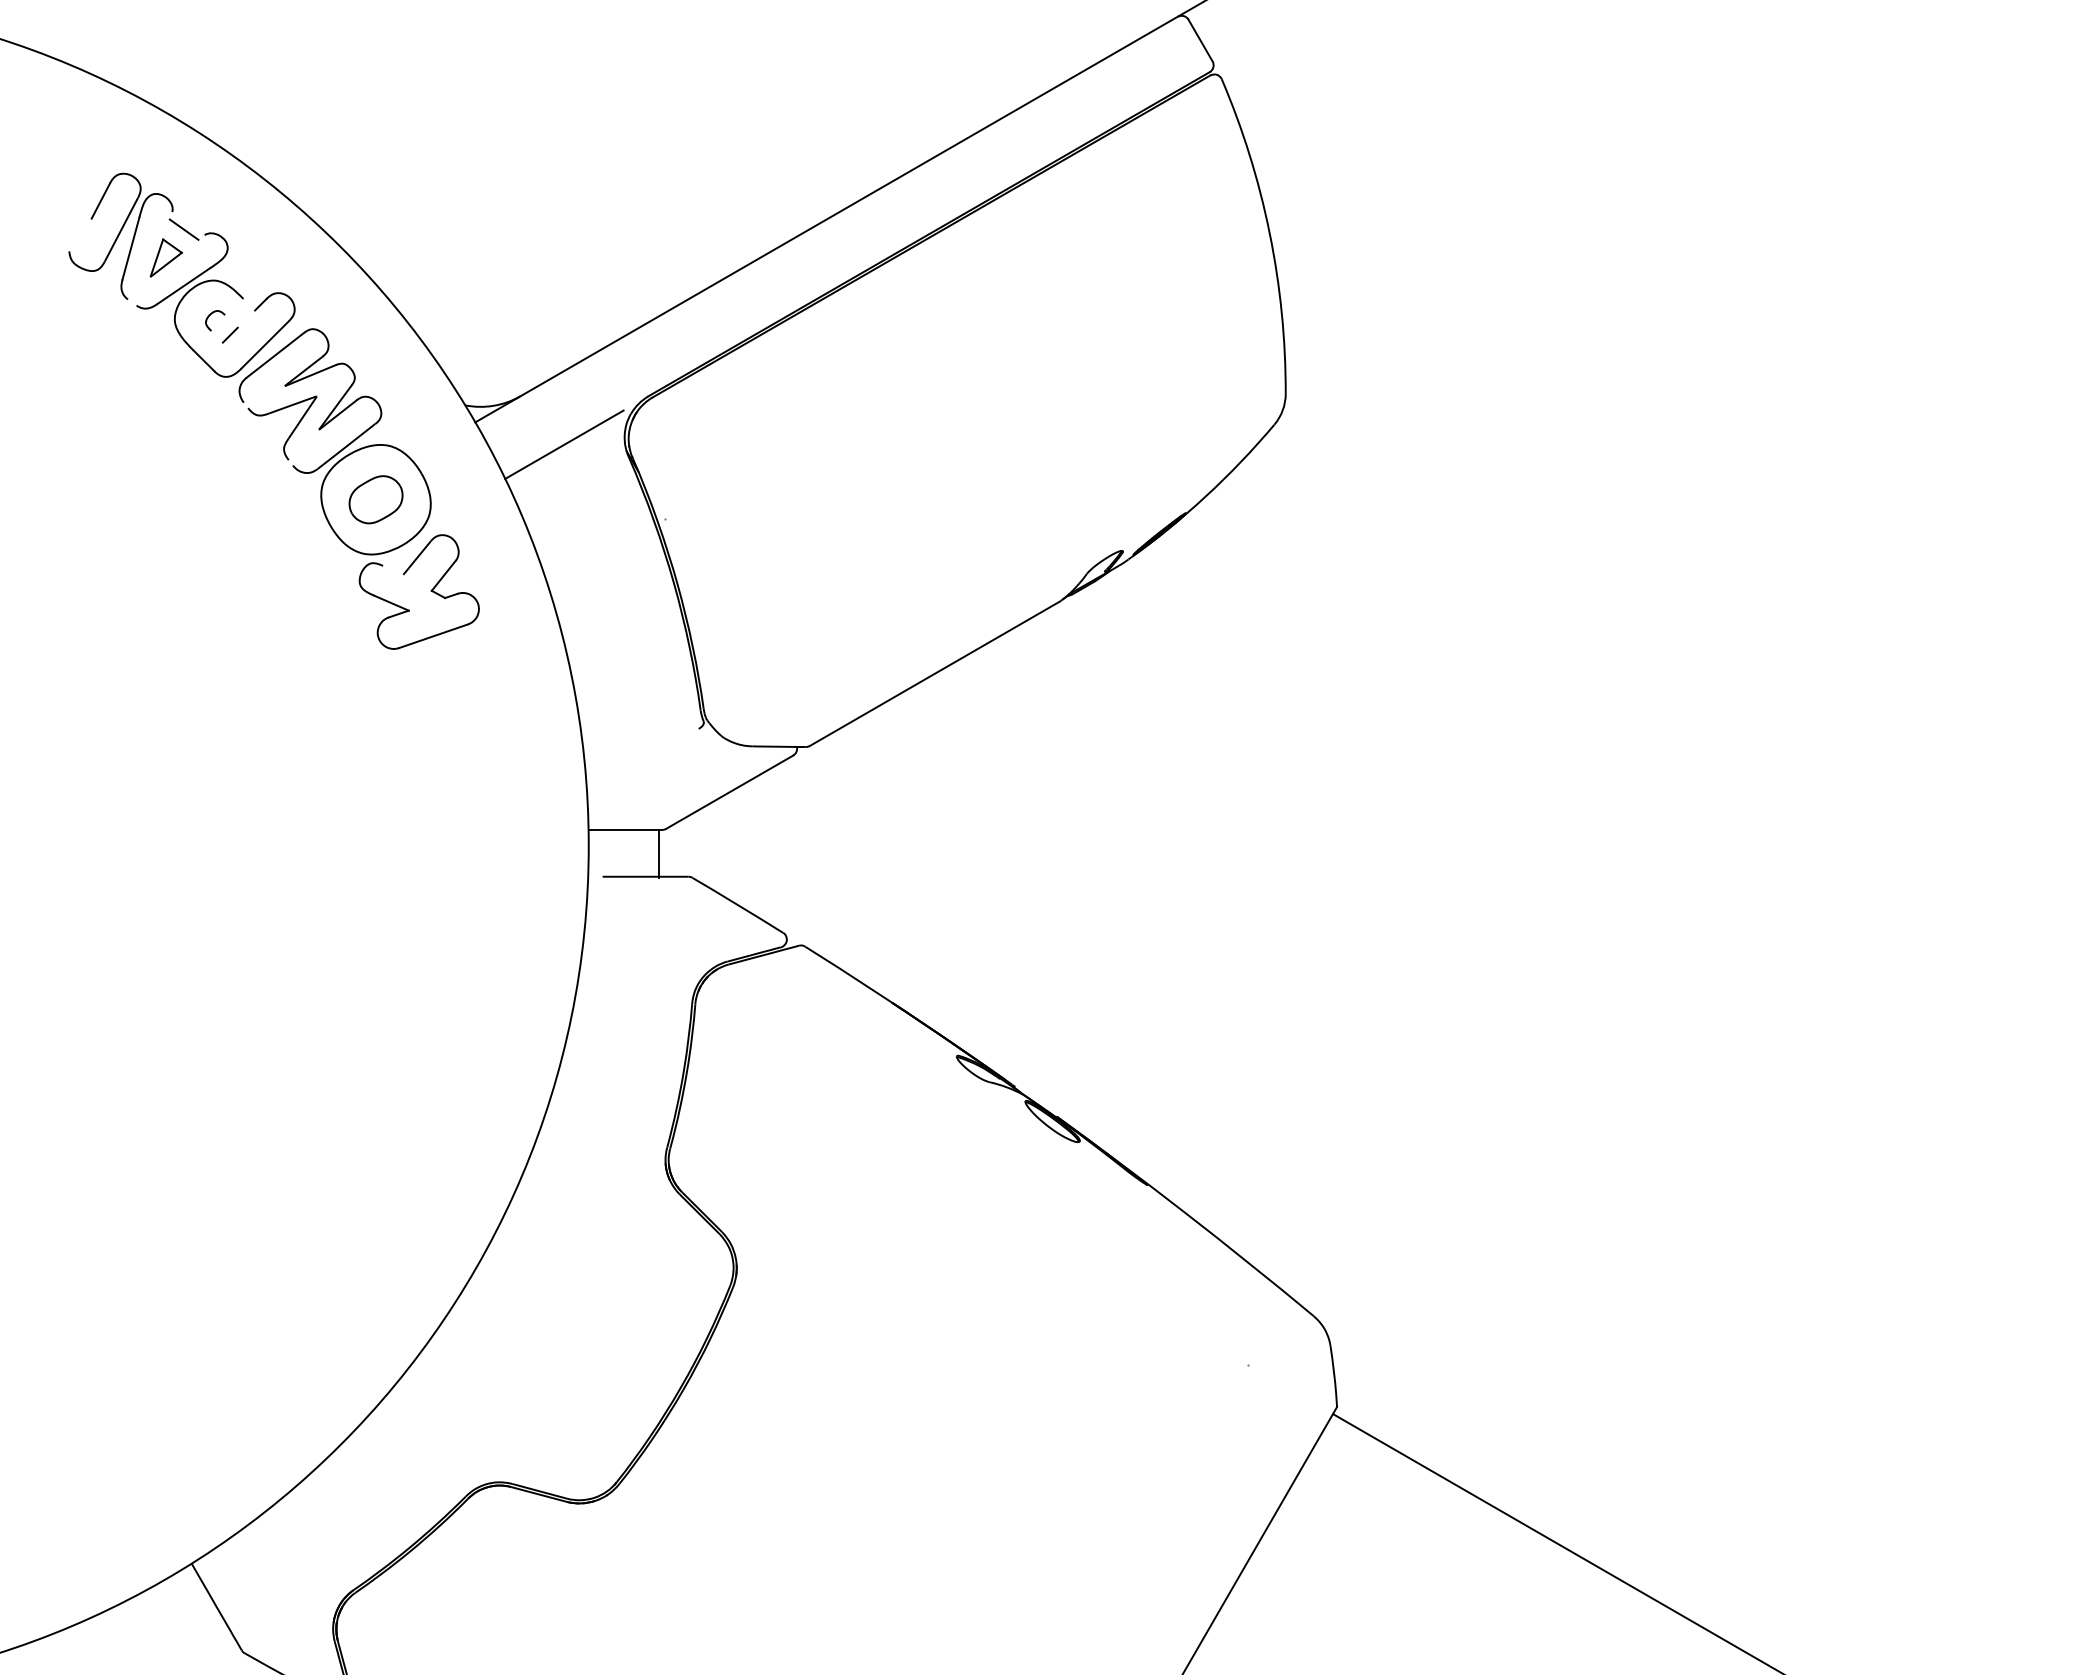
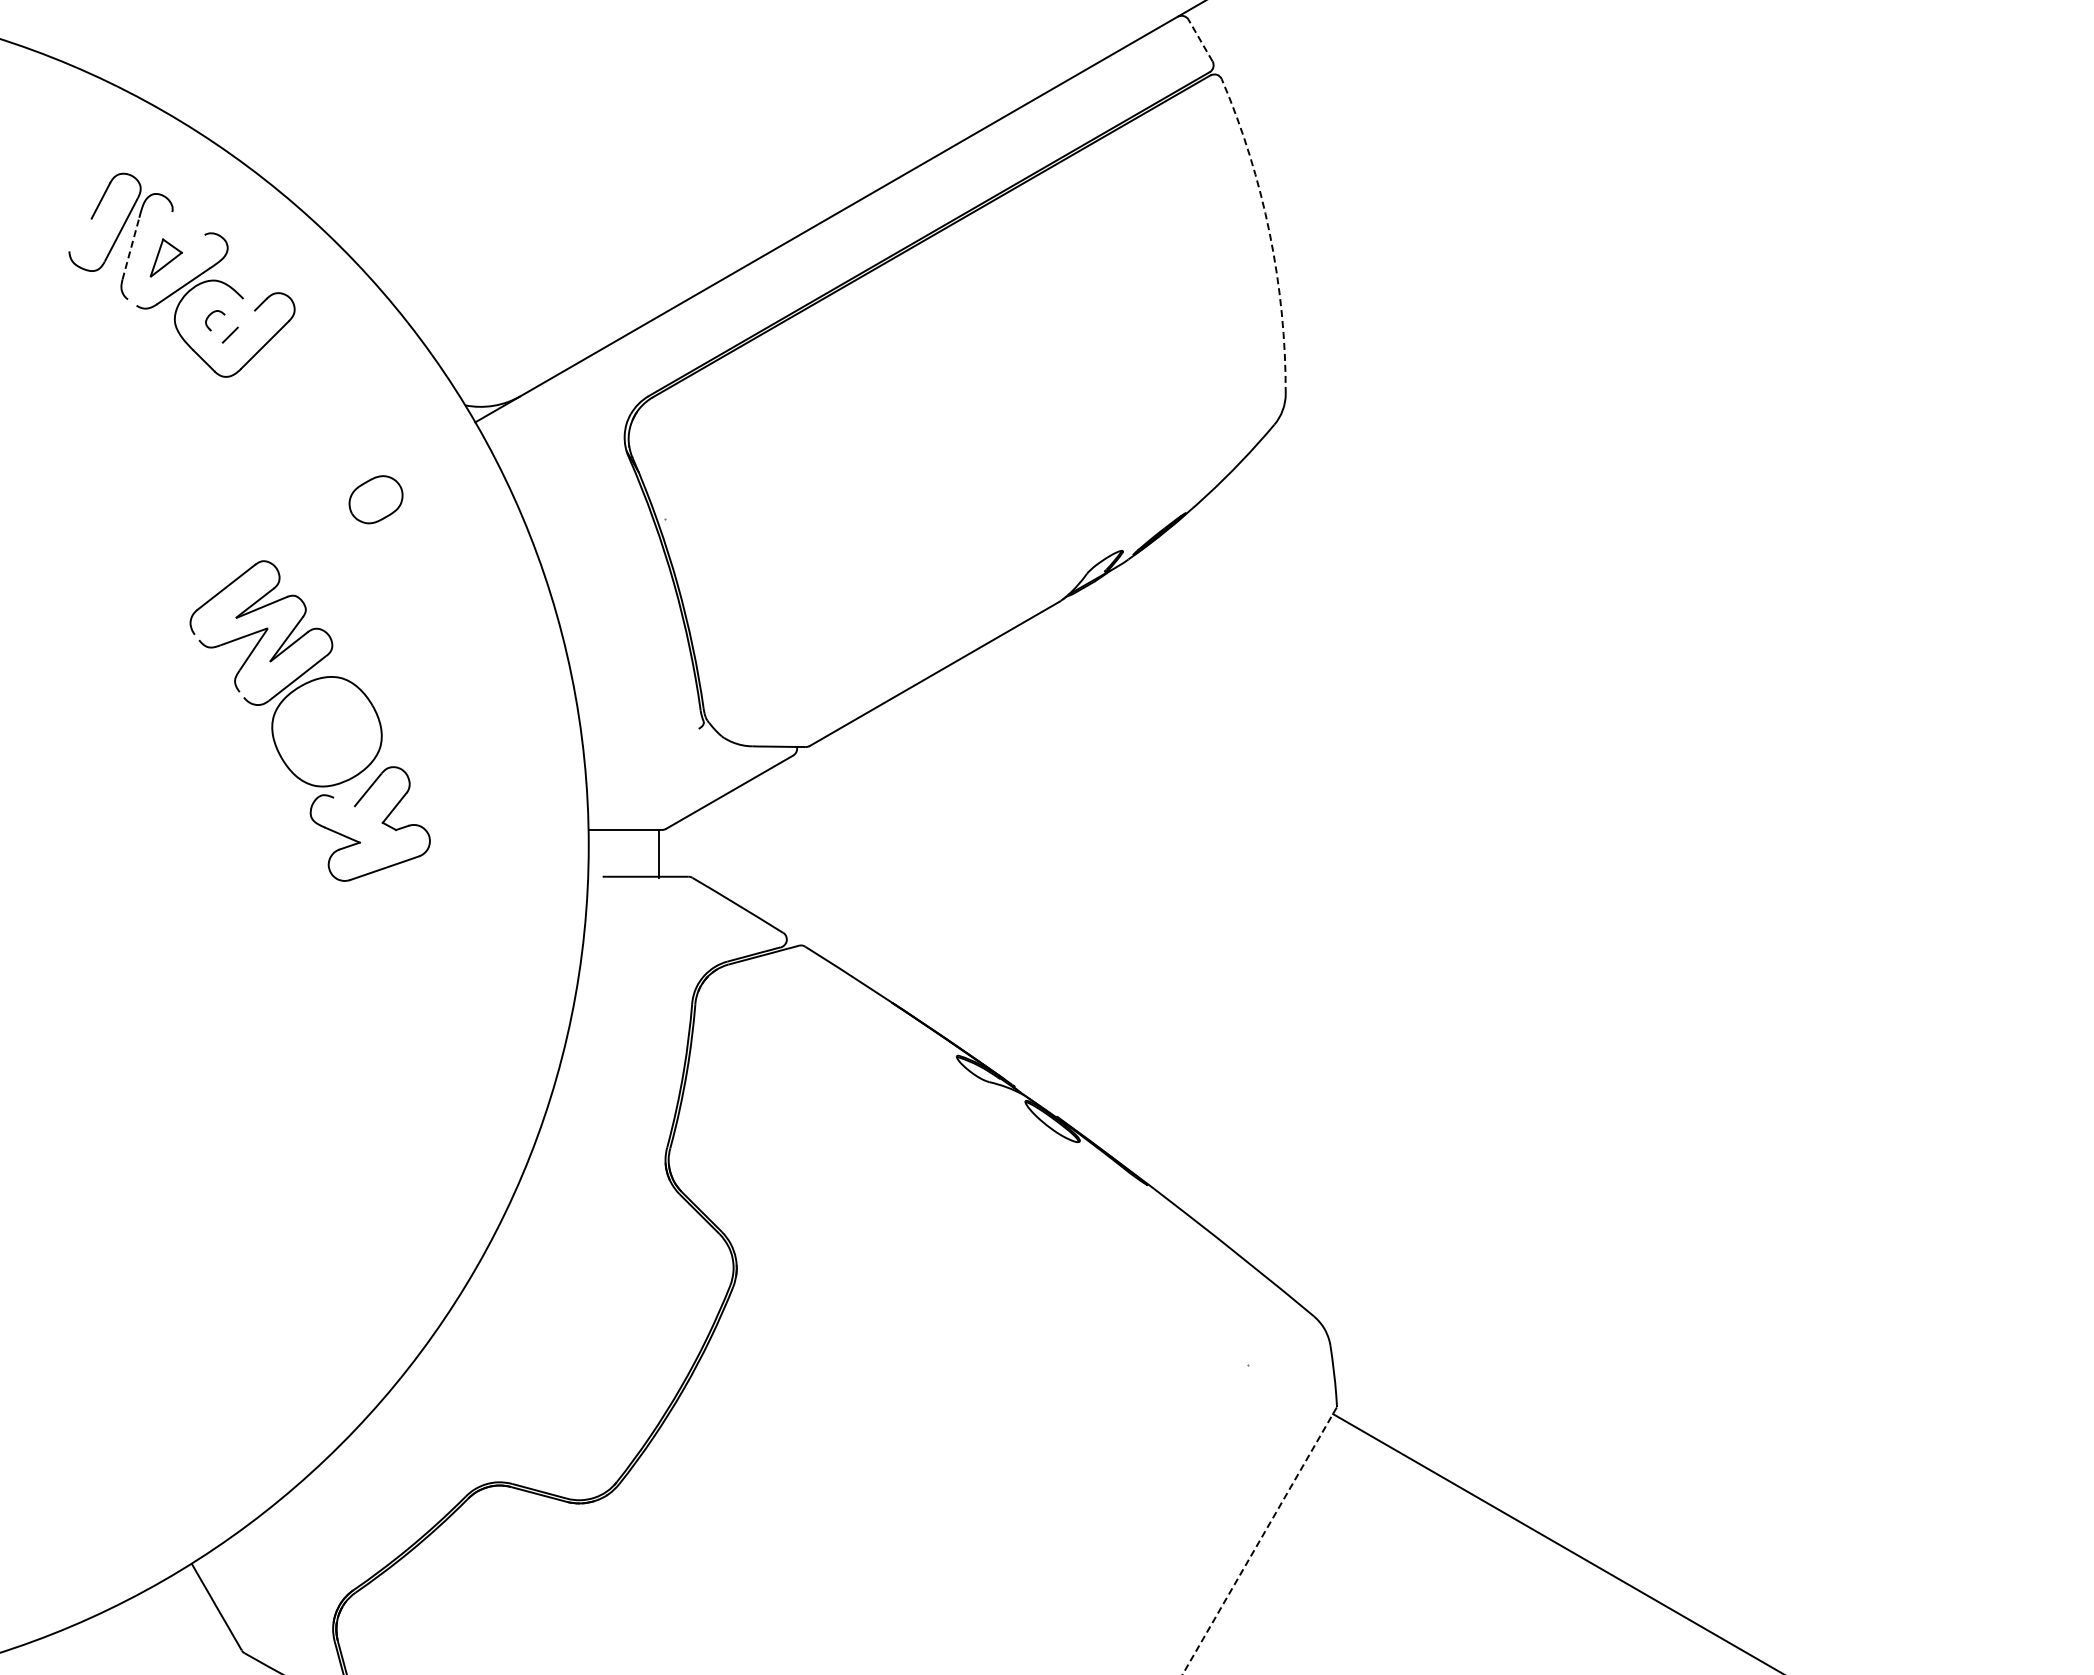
line at (1200, 40): solid -> dashed
line at (183, 229): present -> none
arc at (1269, 233): solid -> dashed
line at (130, 248): solid -> dashed
line at (564, 444): present -> none
part at (358, 488) position: (358, 488) -> (309, 720)
line at (1260, 1540): solid -> dashed
